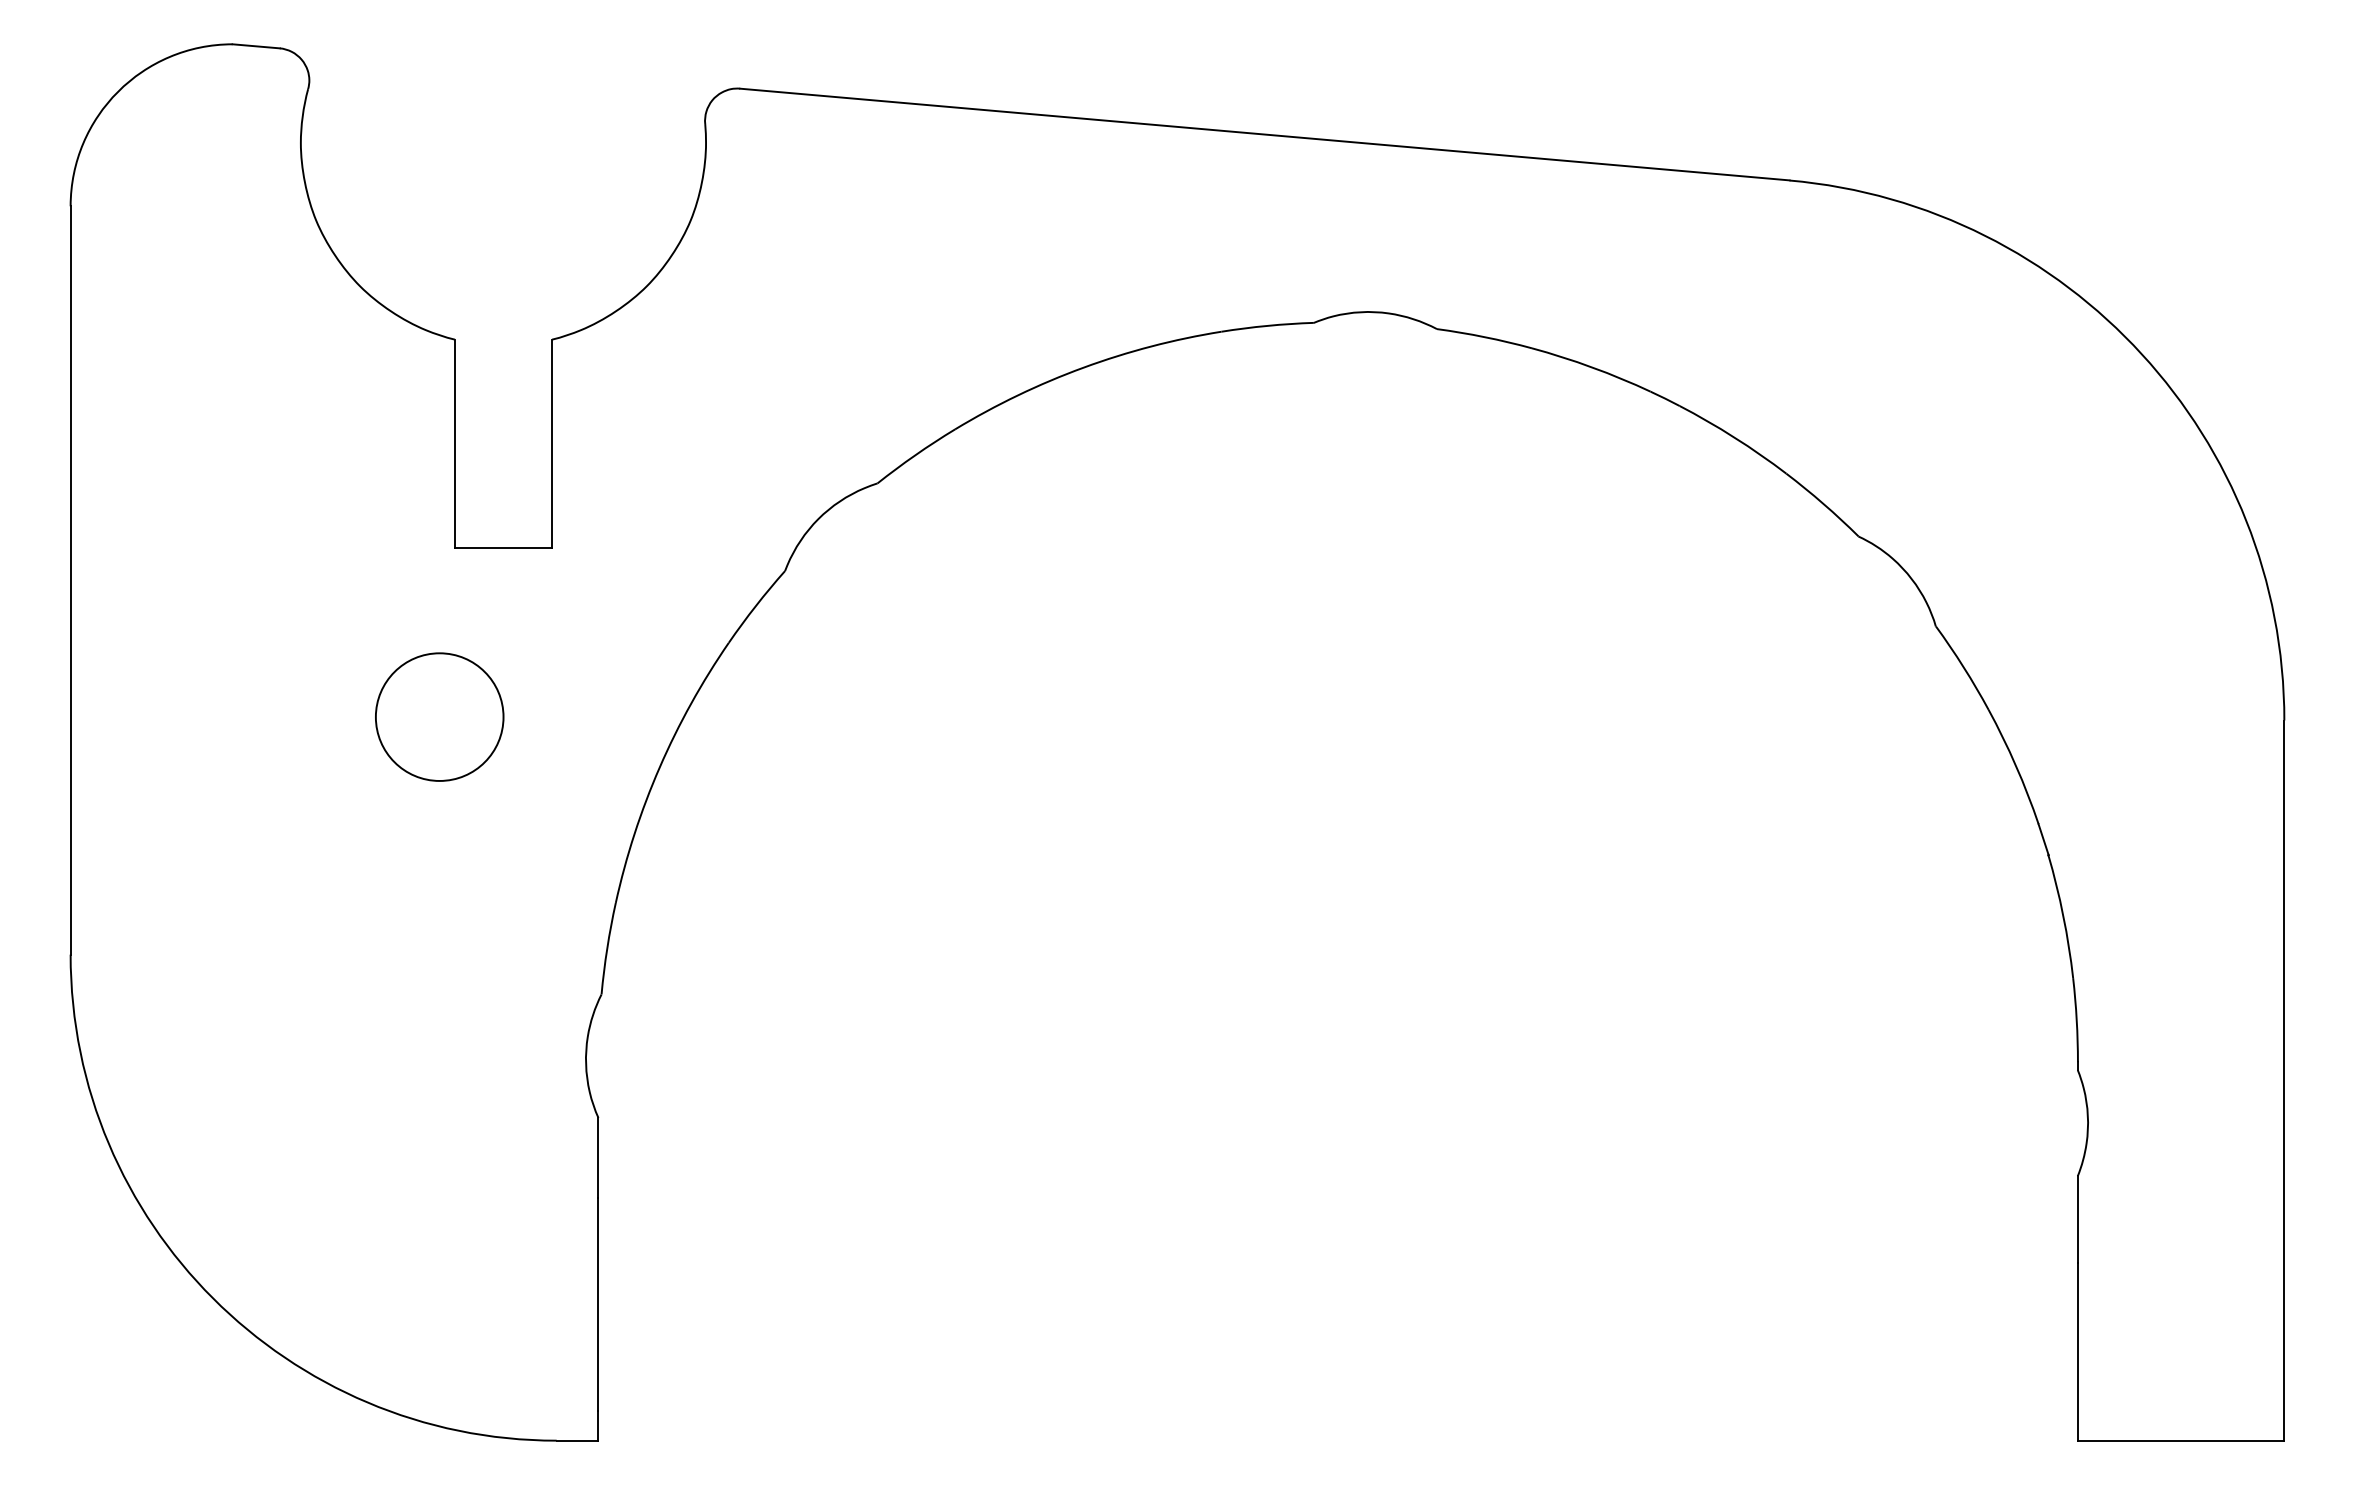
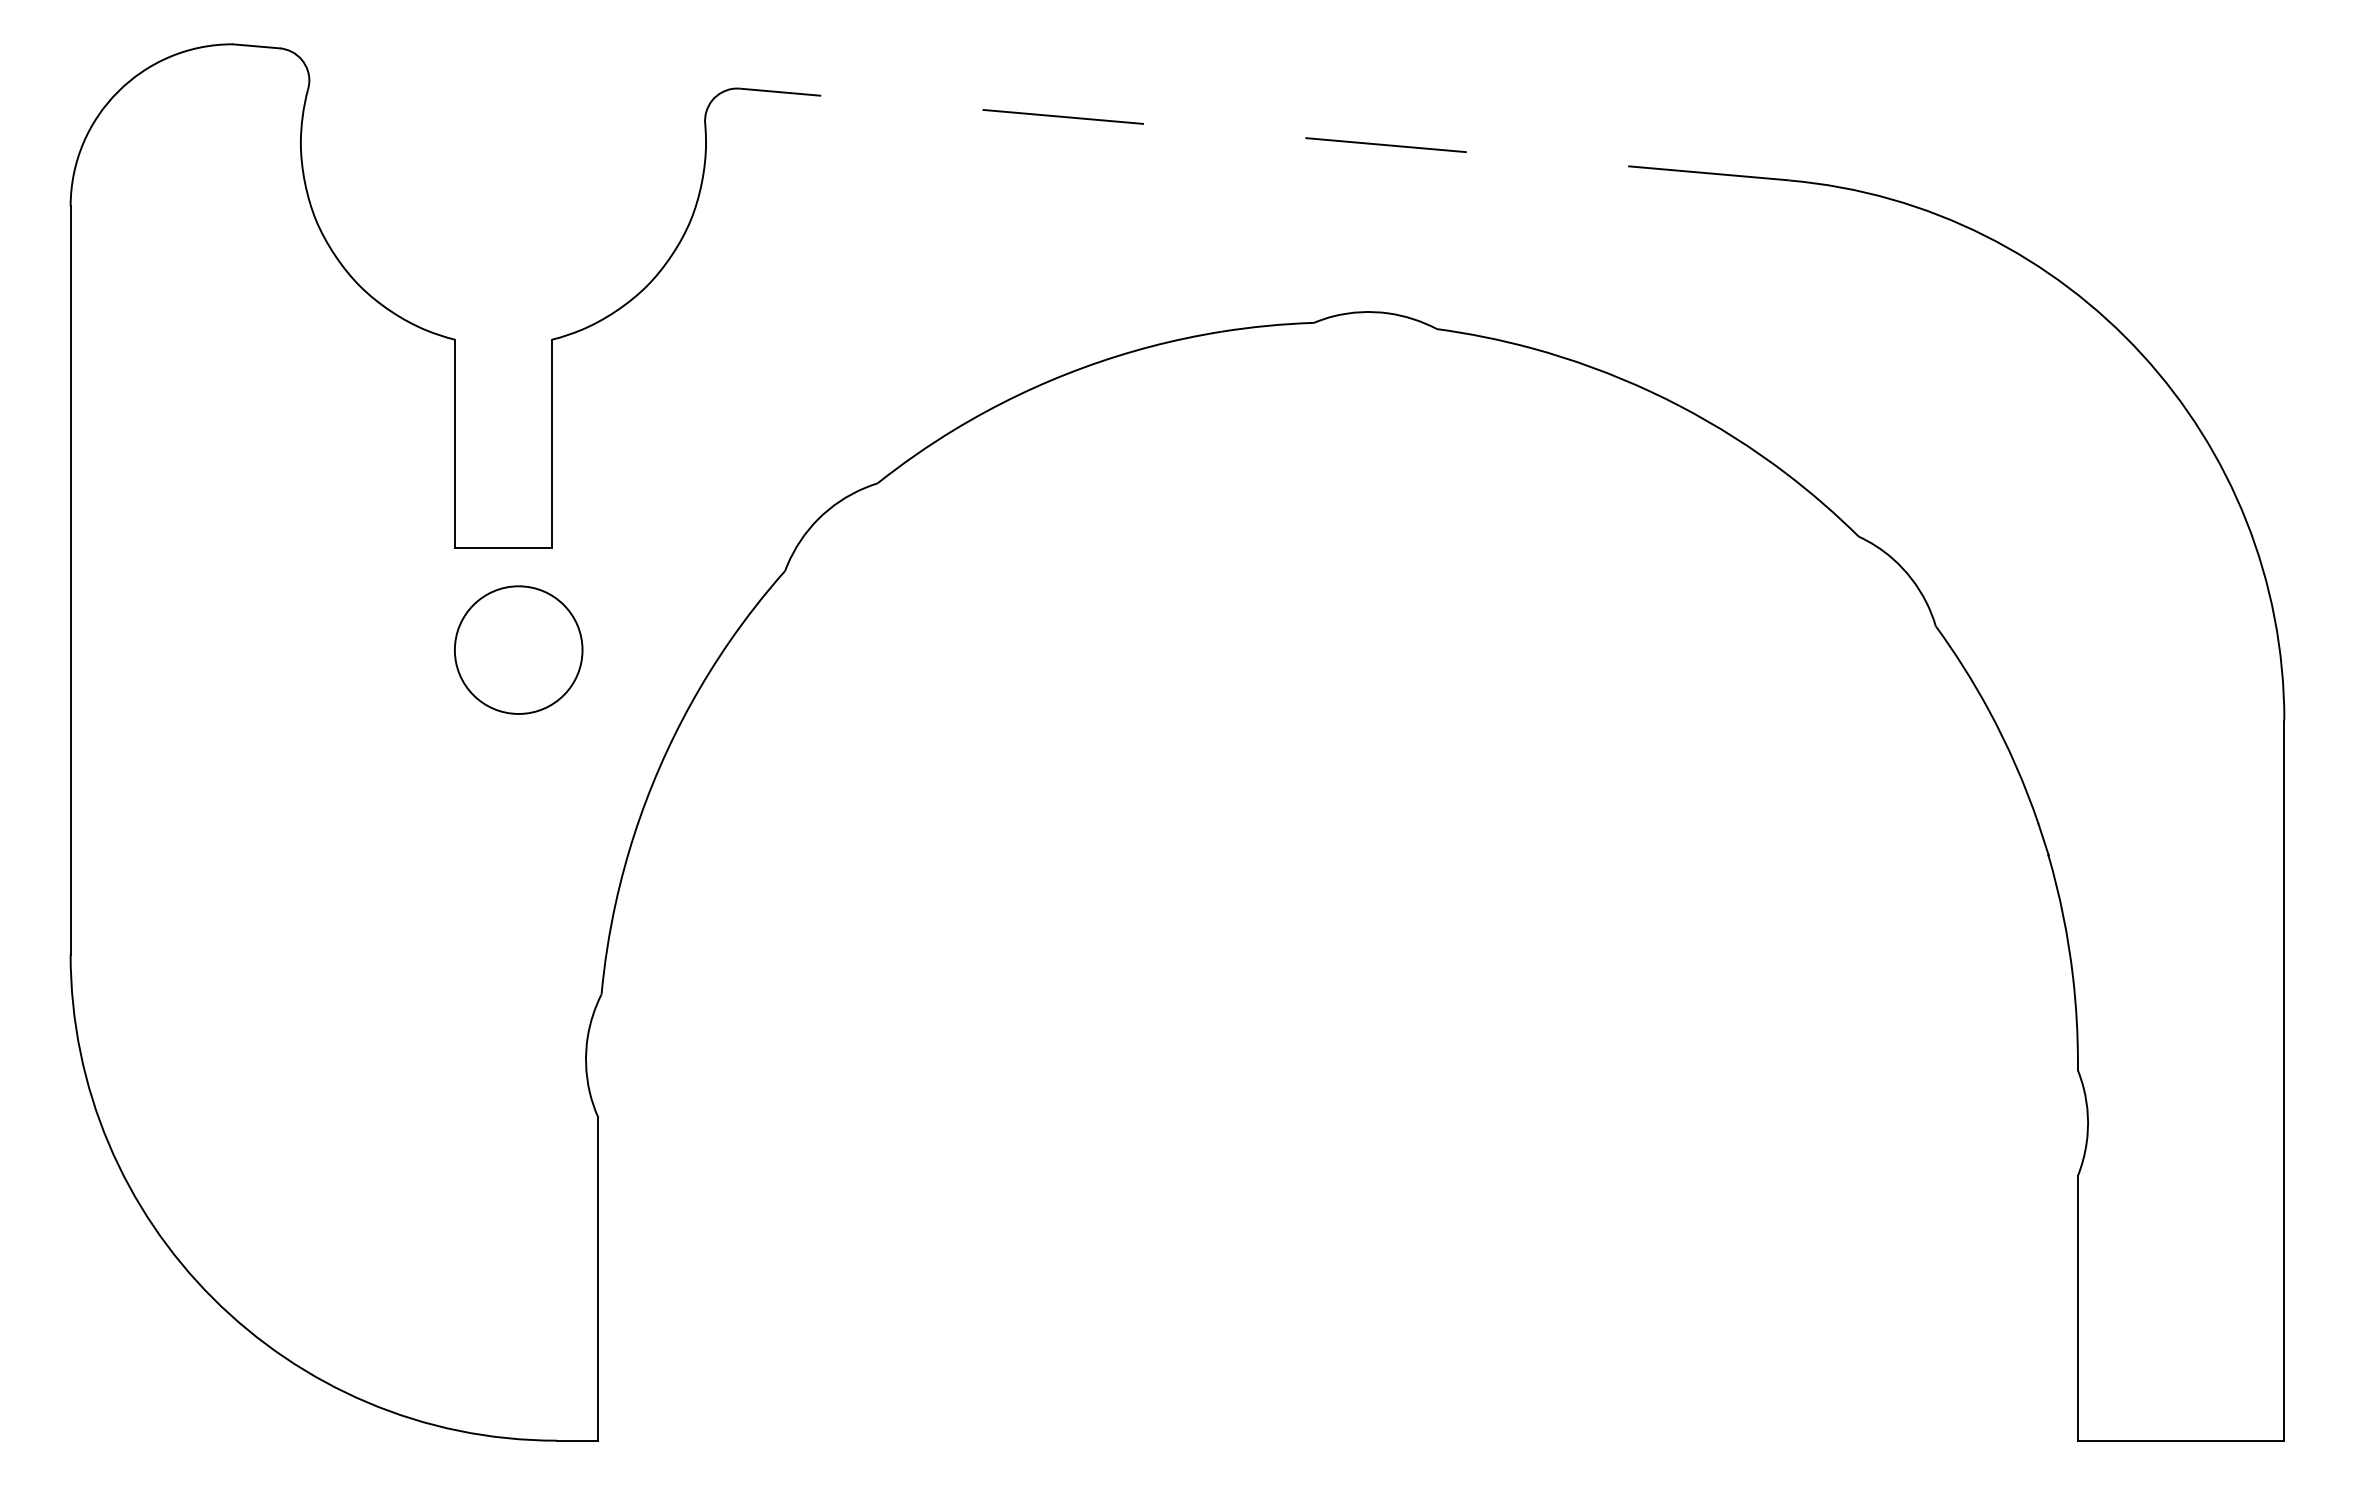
line at (1264, 134): solid -> dashed
circle at (439, 716) position: (439, 716) -> (518, 649)
